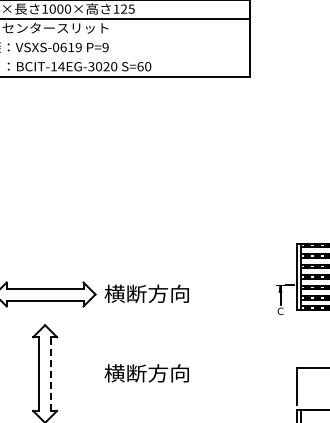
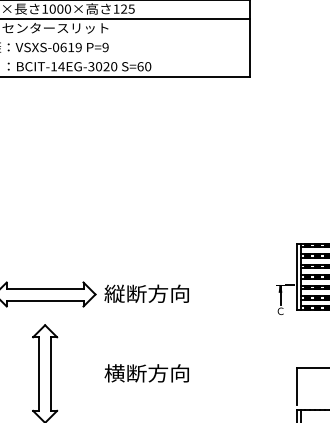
text at (114, 293): 横断方向 -> 縦断方向
line at (51, 374): dashed -> solid
